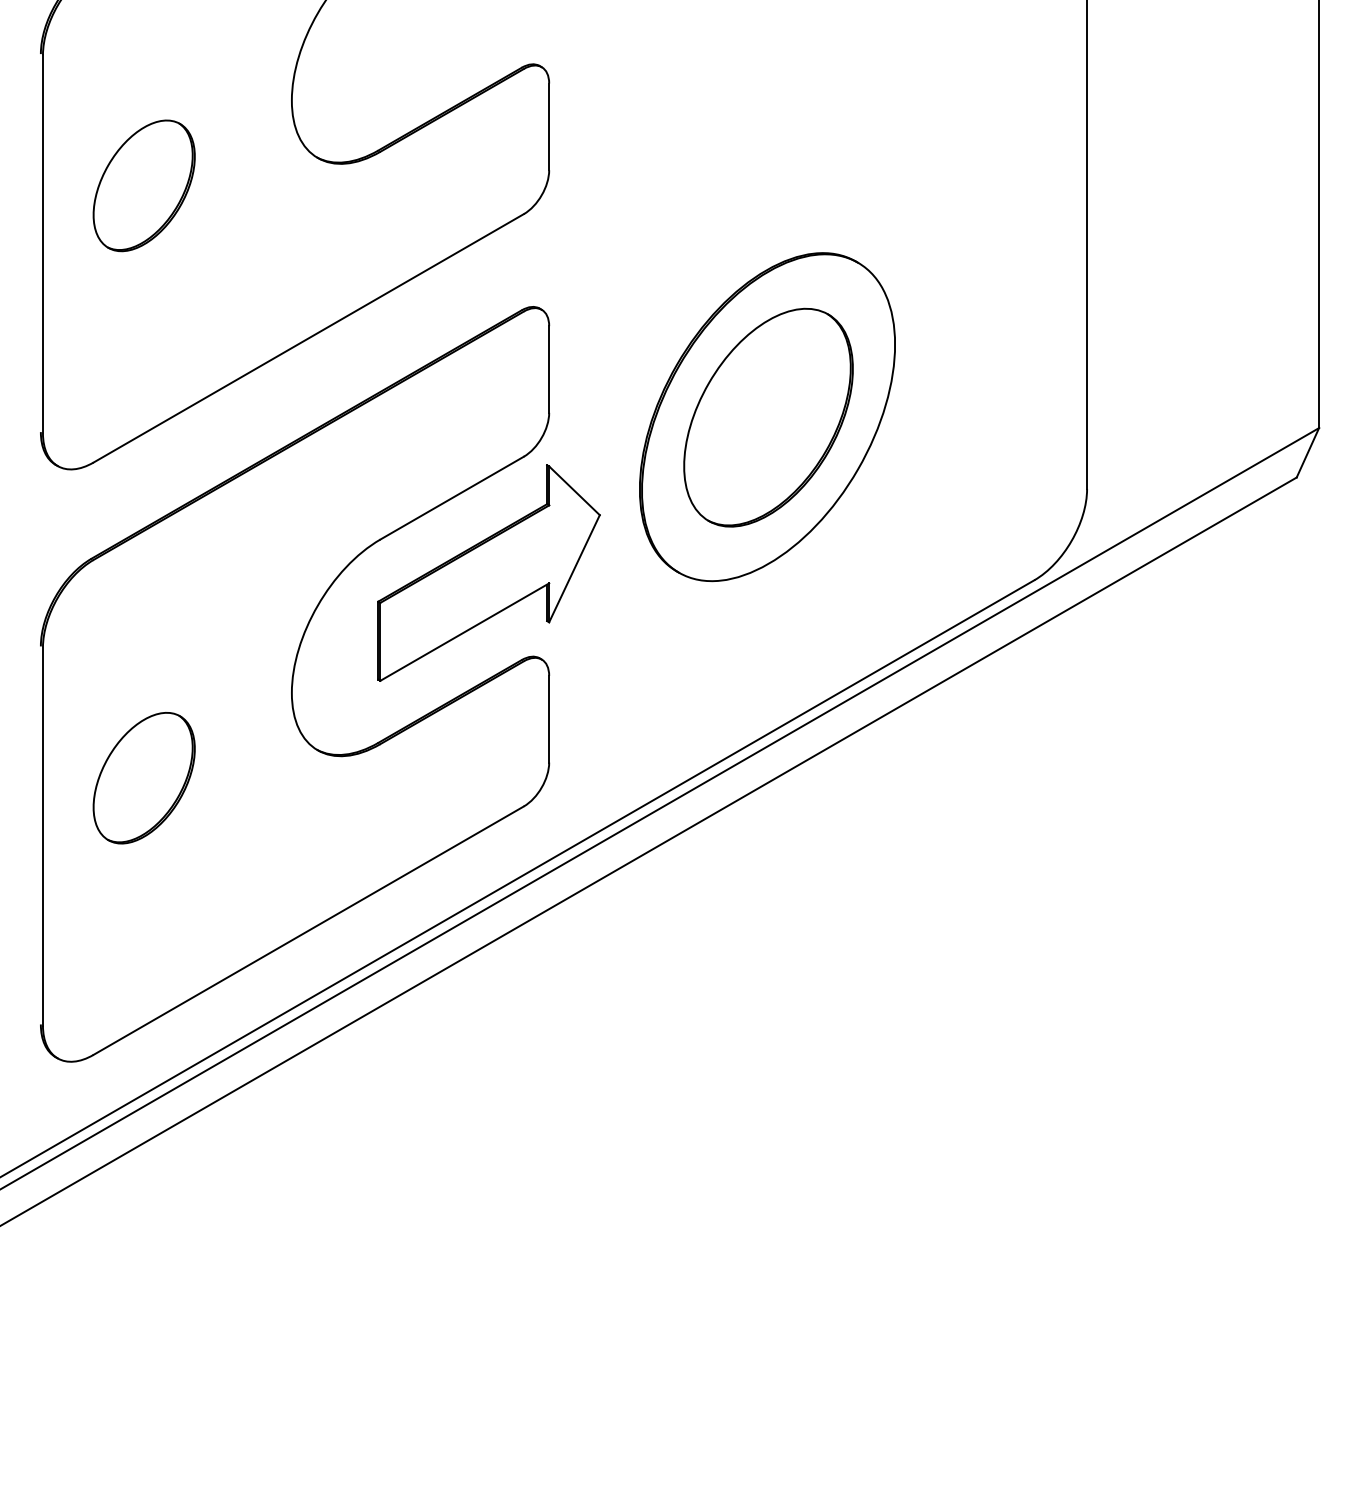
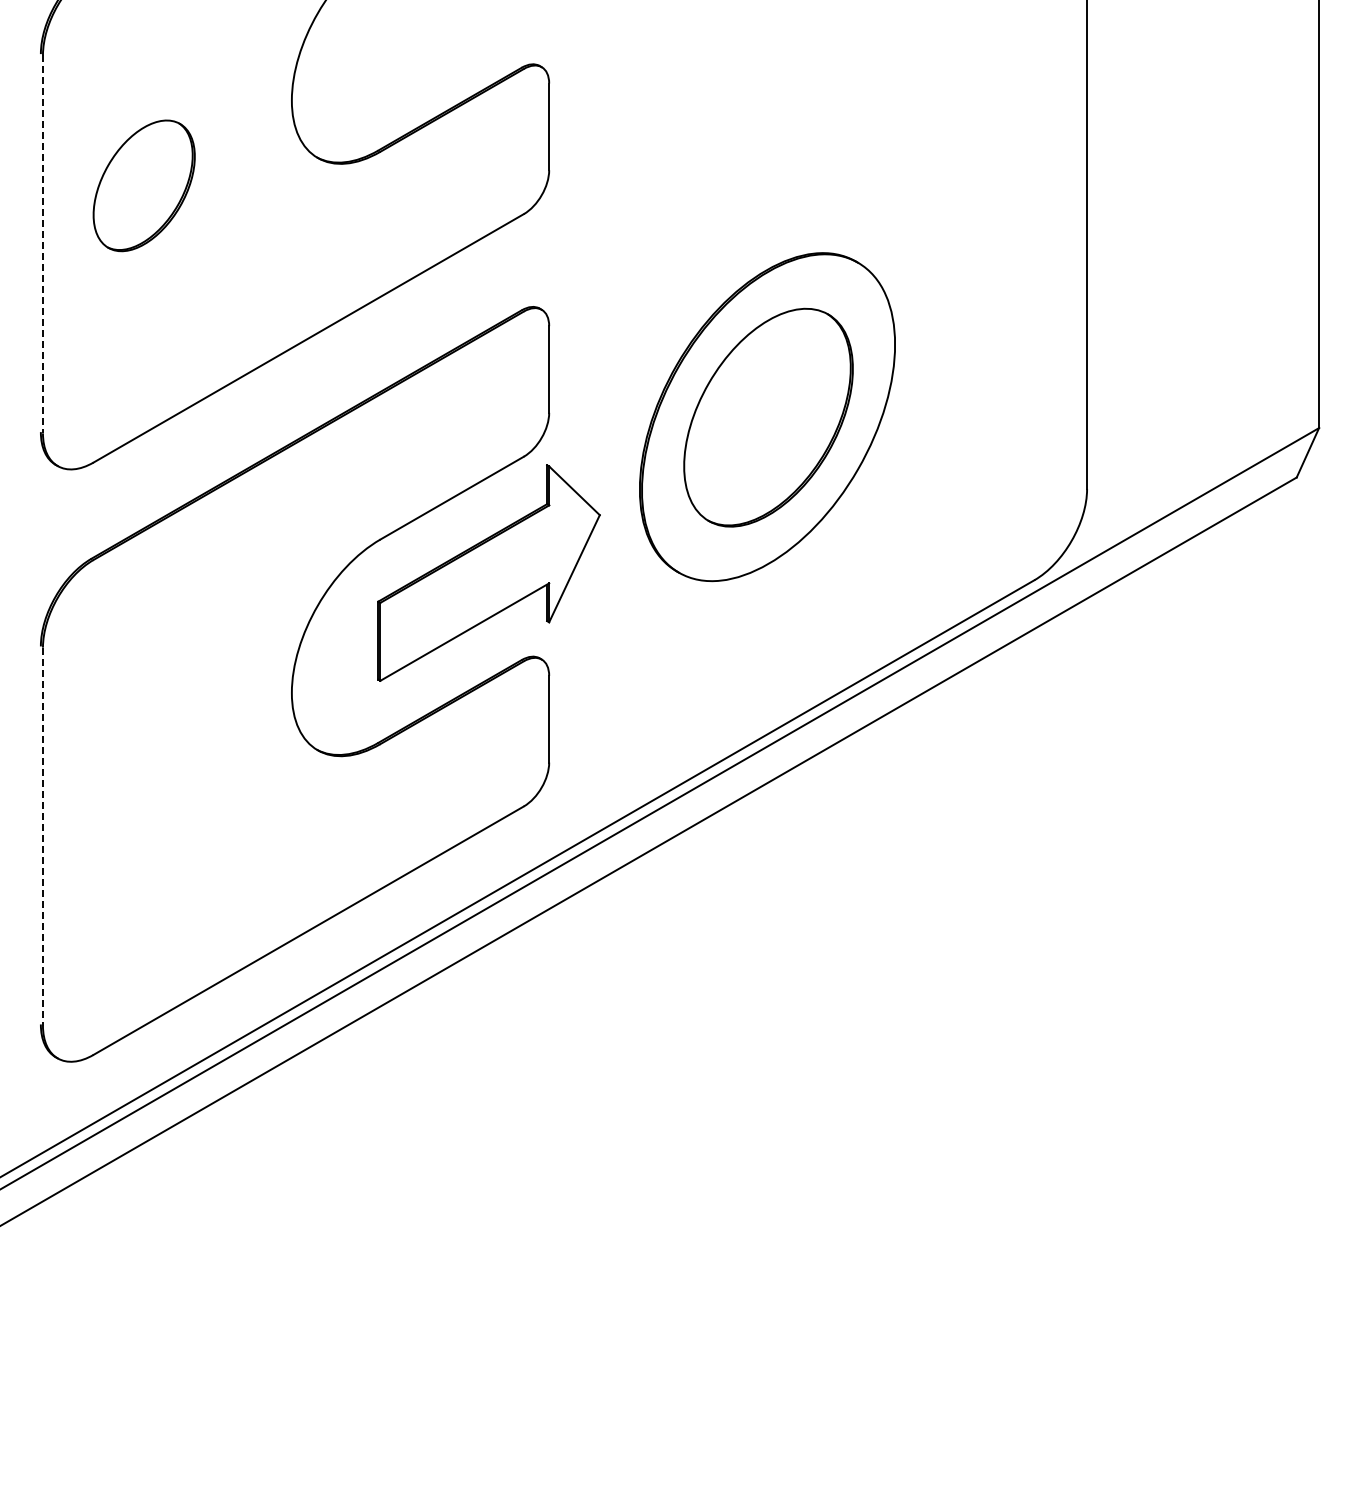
line at (42, 244): solid -> dashed
part at (143, 778): present -> none
line at (42, 836): solid -> dashed
